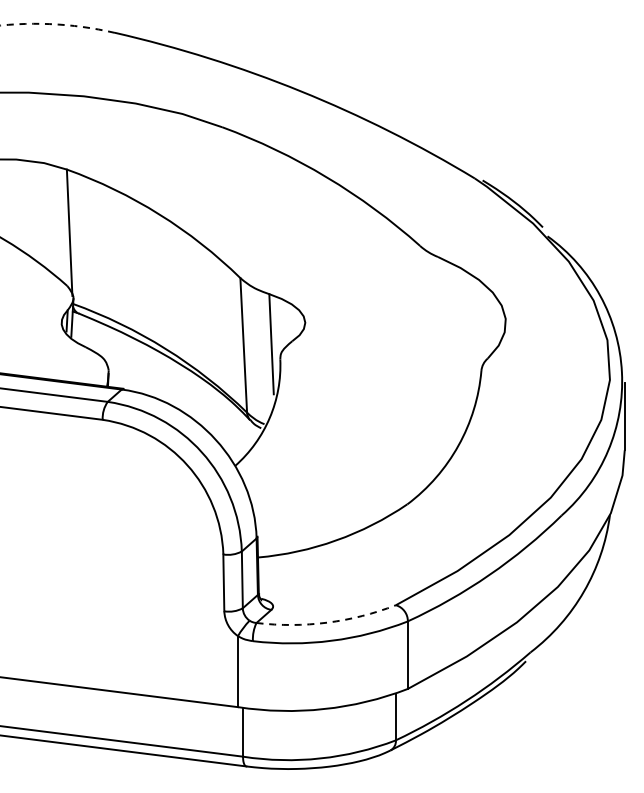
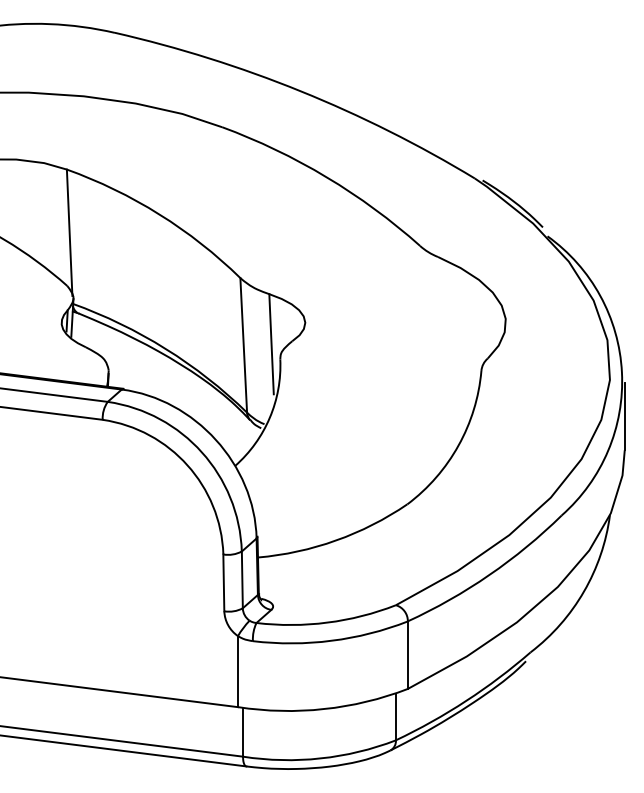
arc at (57, 24): dashed -> solid
arc at (327, 622): dashed -> solid
